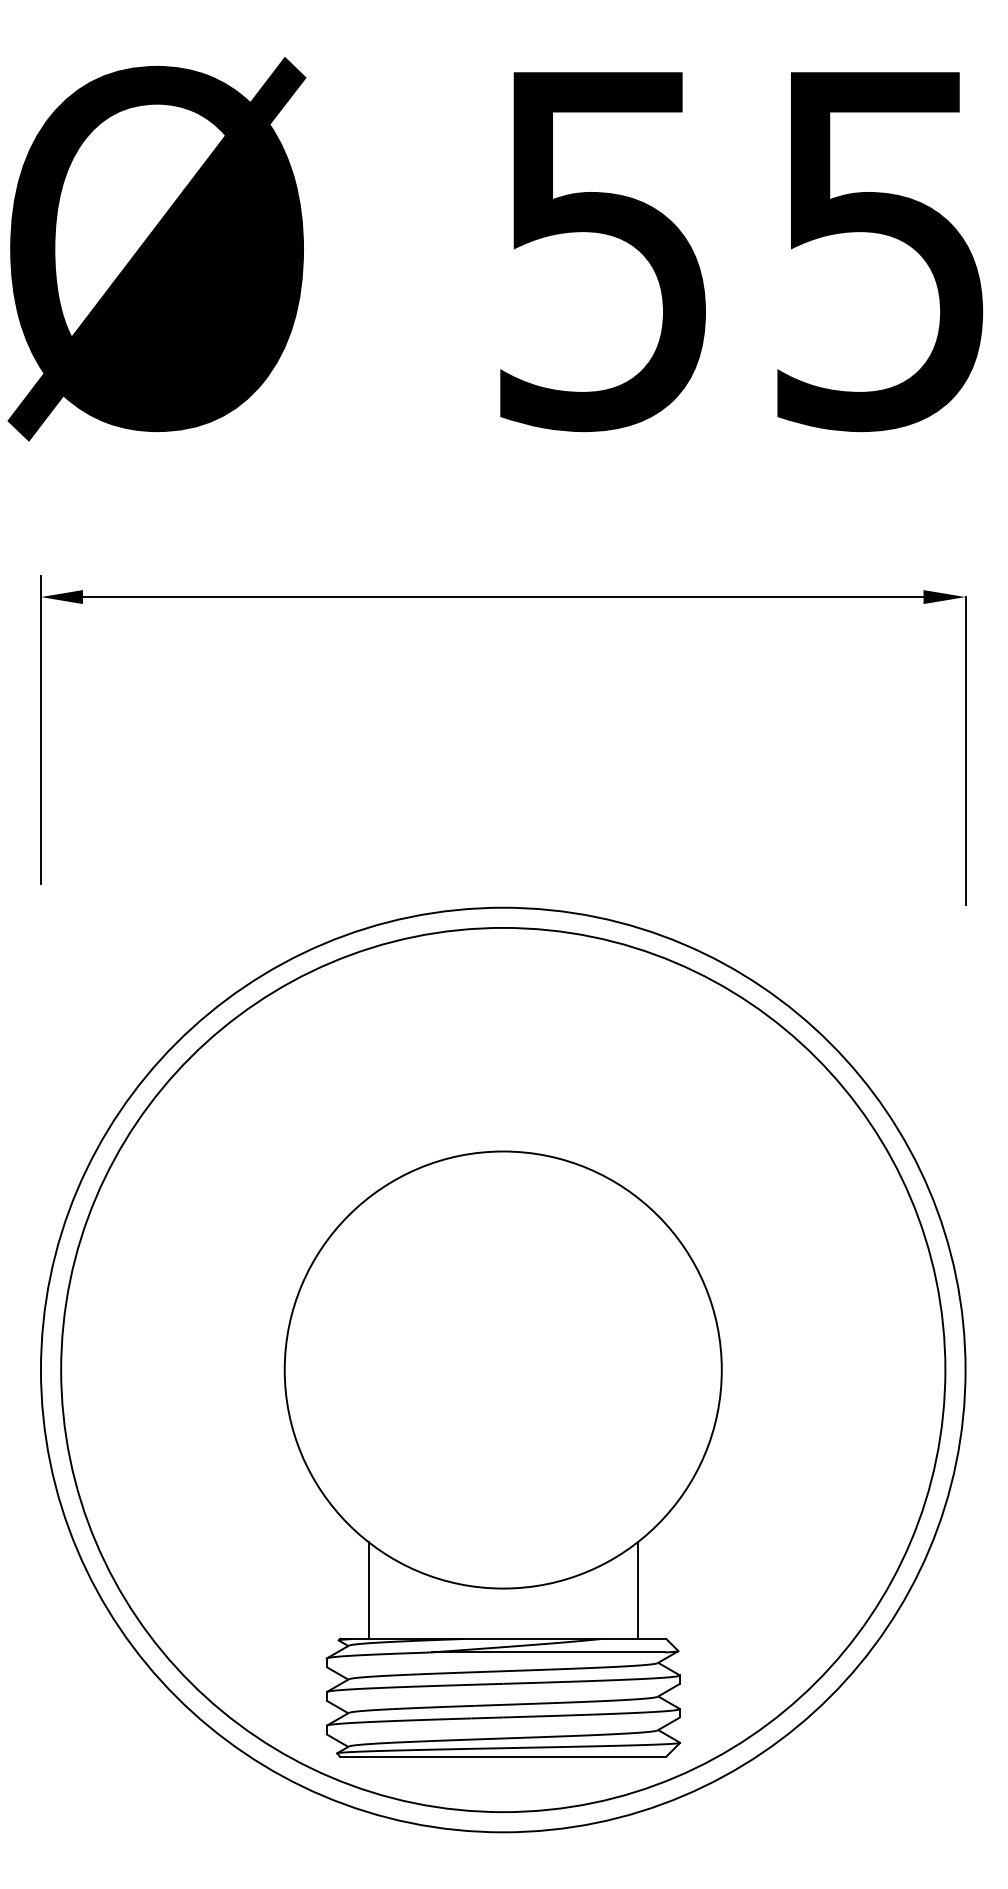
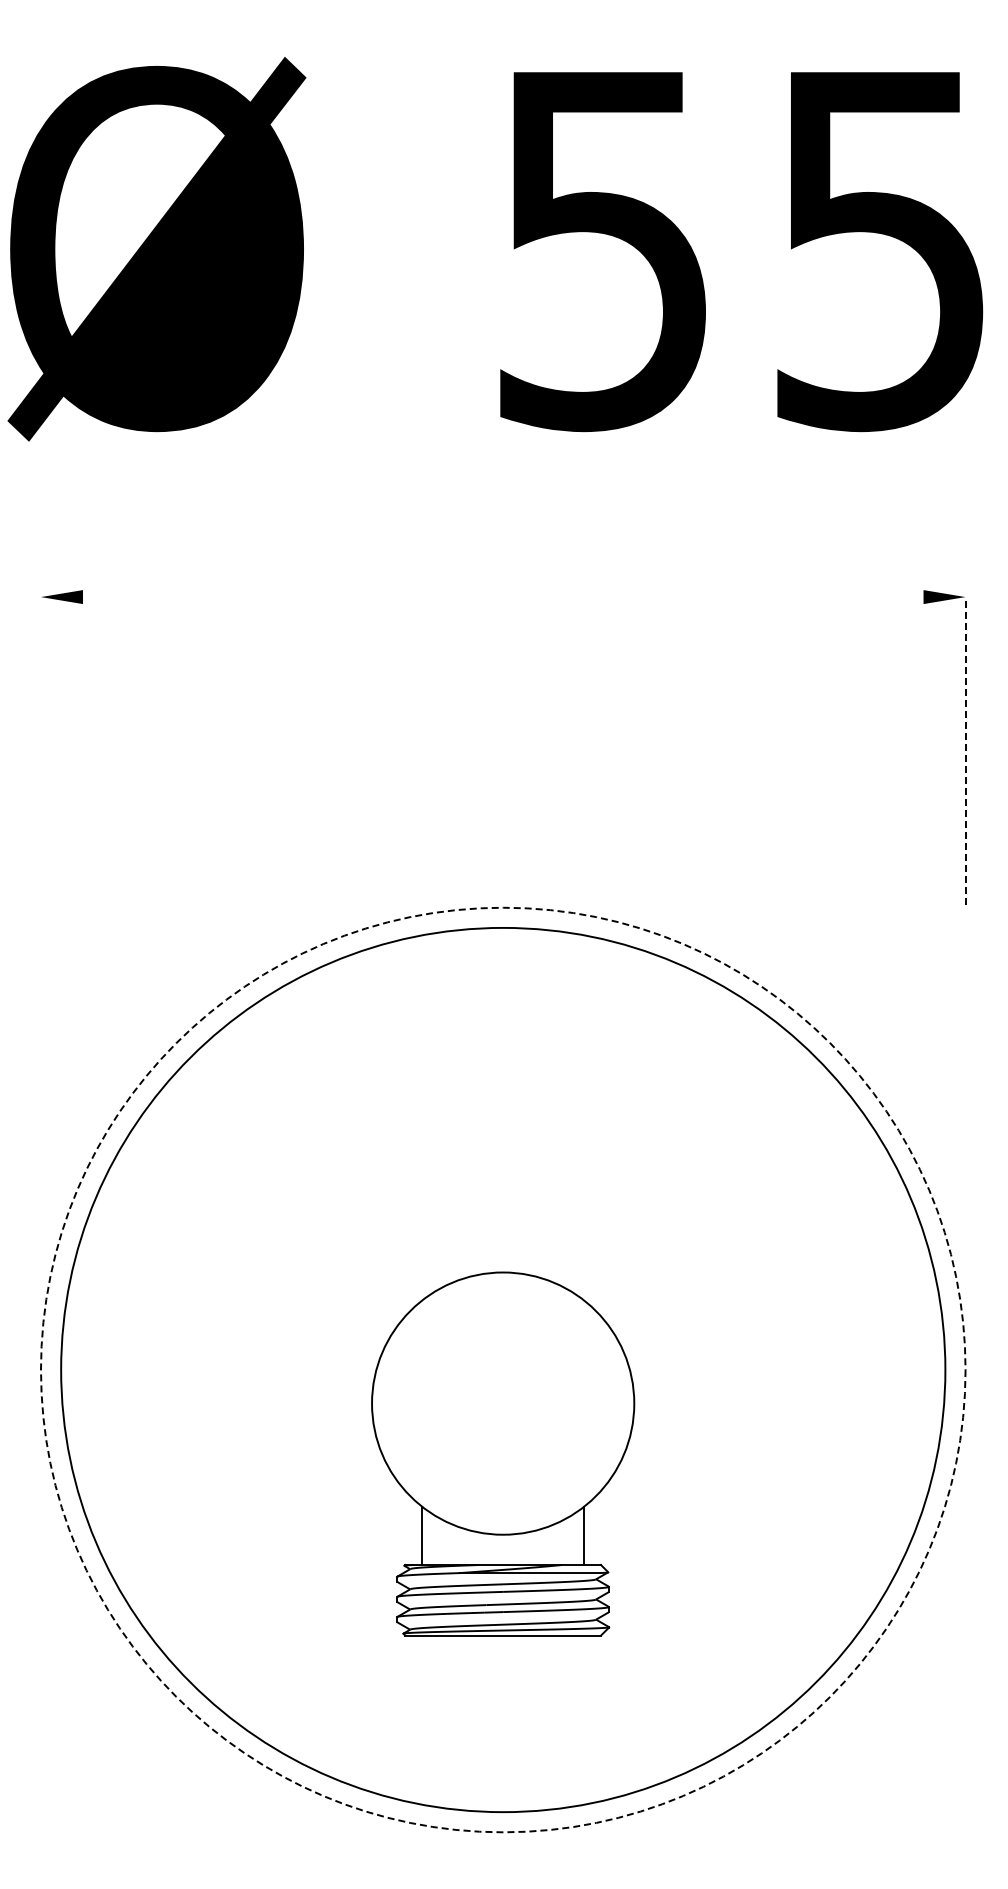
line at (503, 597): present -> none
line at (40, 730): present -> none
line at (965, 751): solid -> dashed
circle at (502, 1369): solid -> dashed
part at (502, 1453) size: 440x608 px -> 265x366 px
